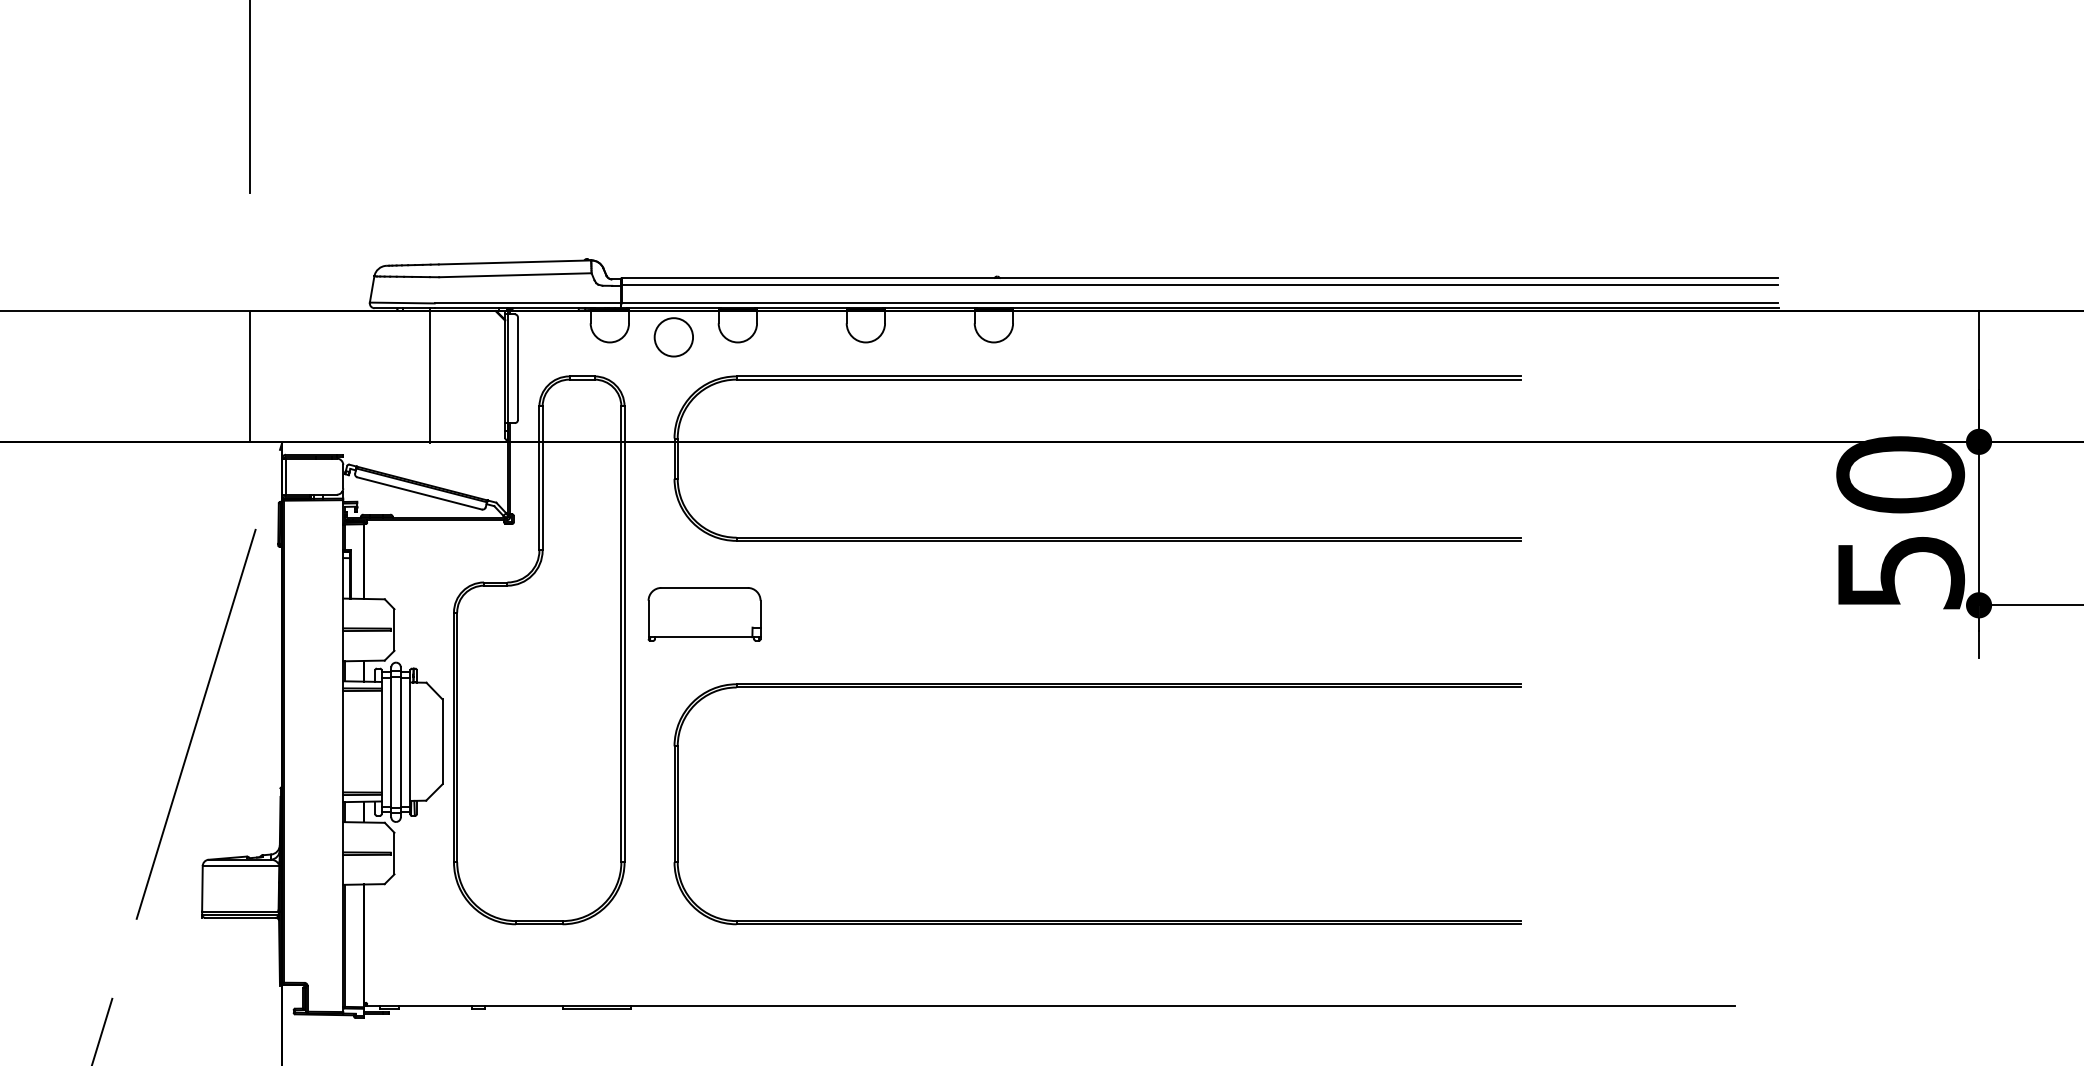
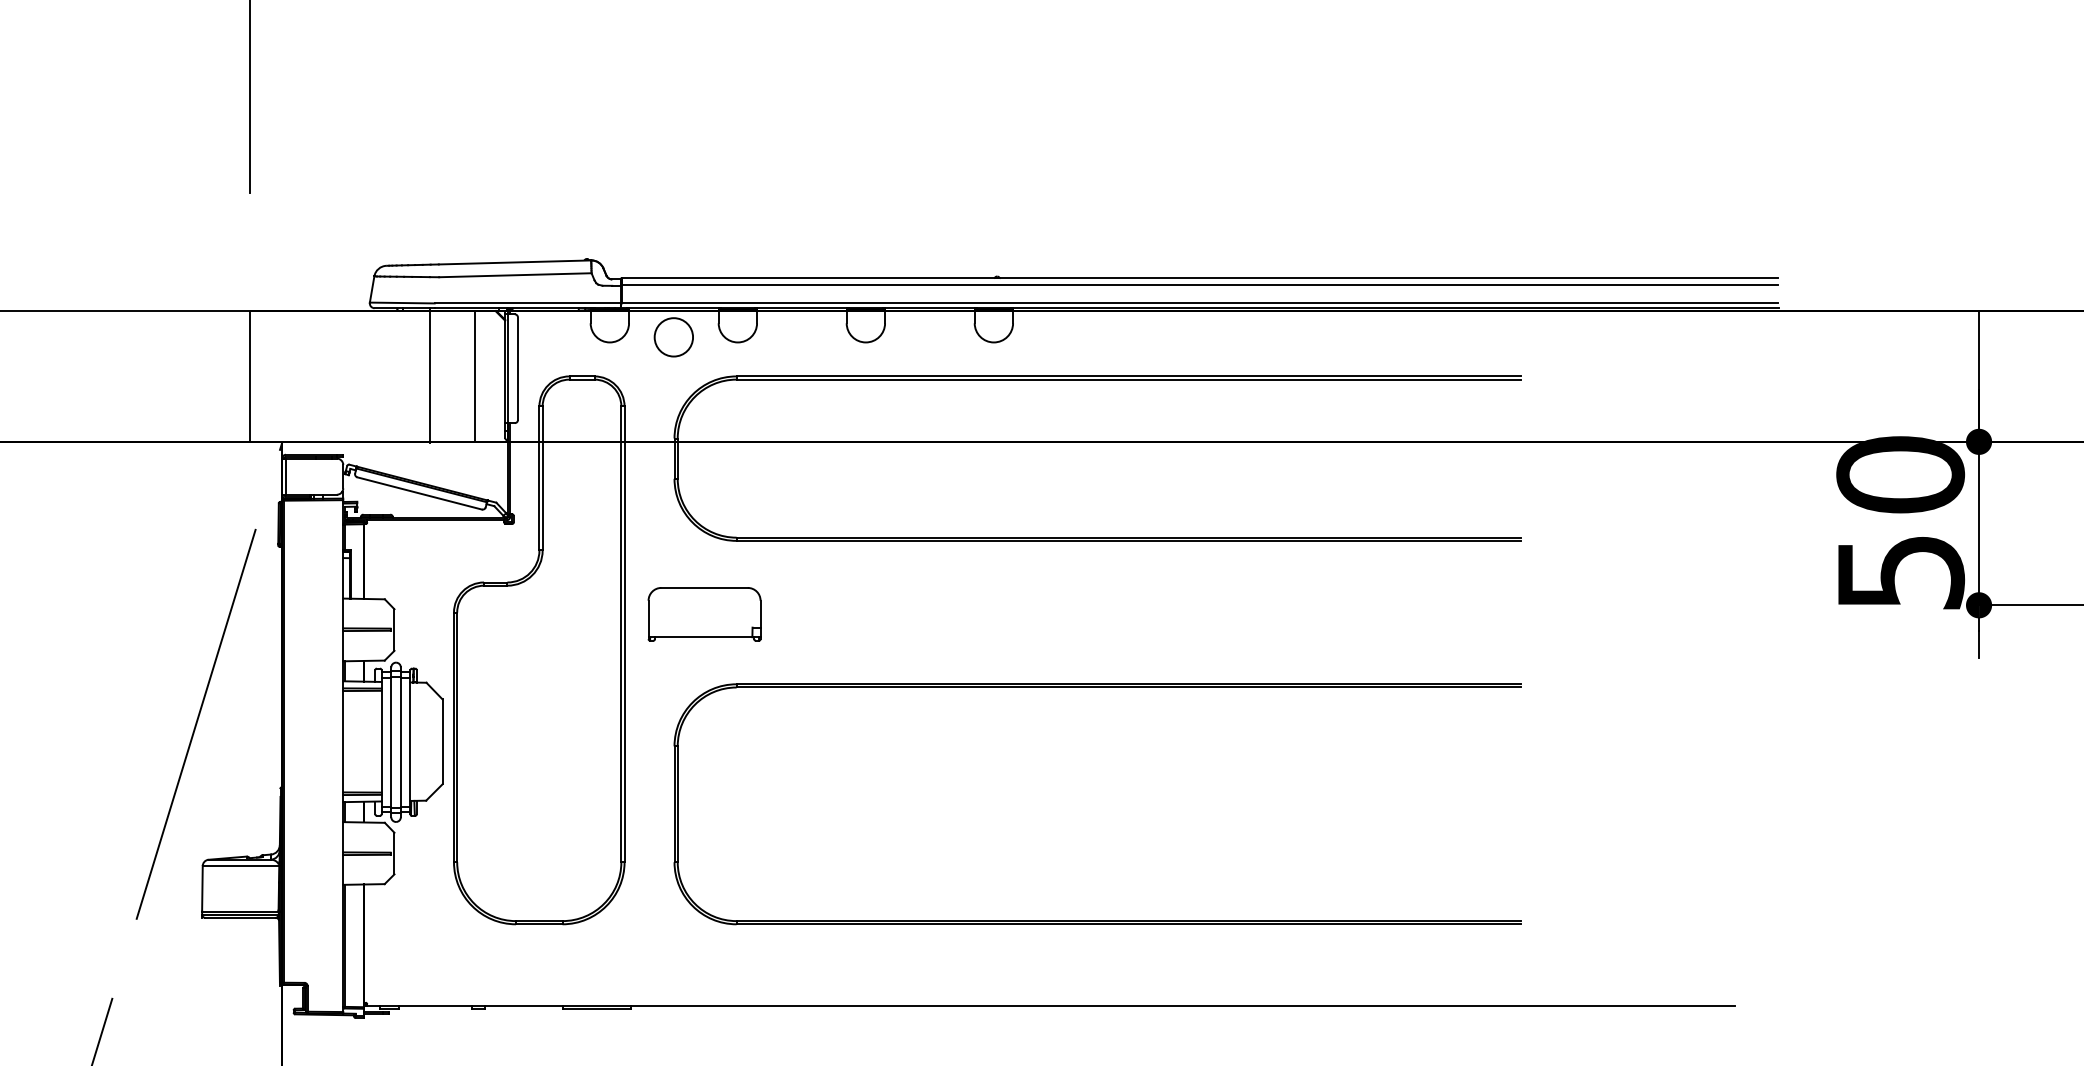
line at (475, 376): none -> present
